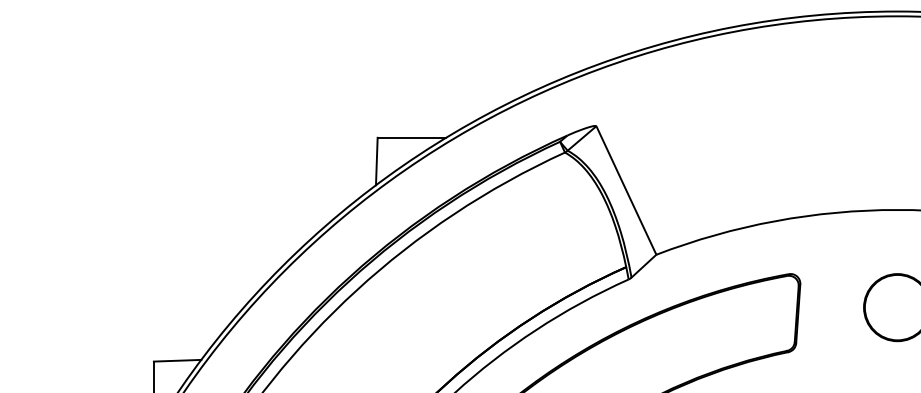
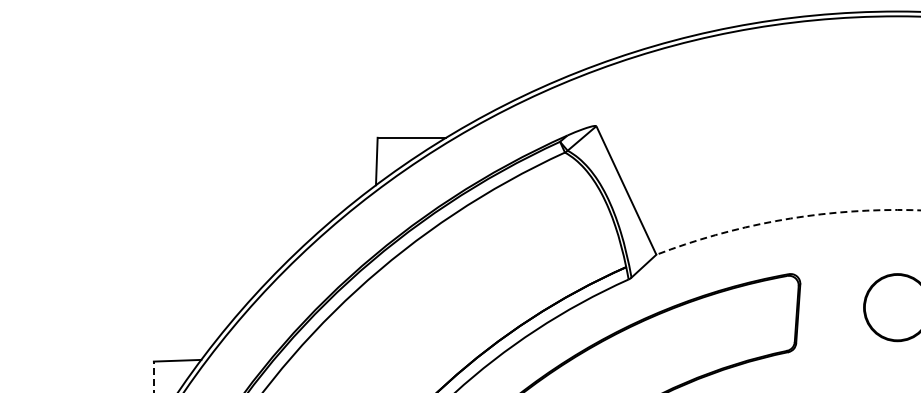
arc at (785, 219): solid -> dashed
line at (153, 376): solid -> dashed
